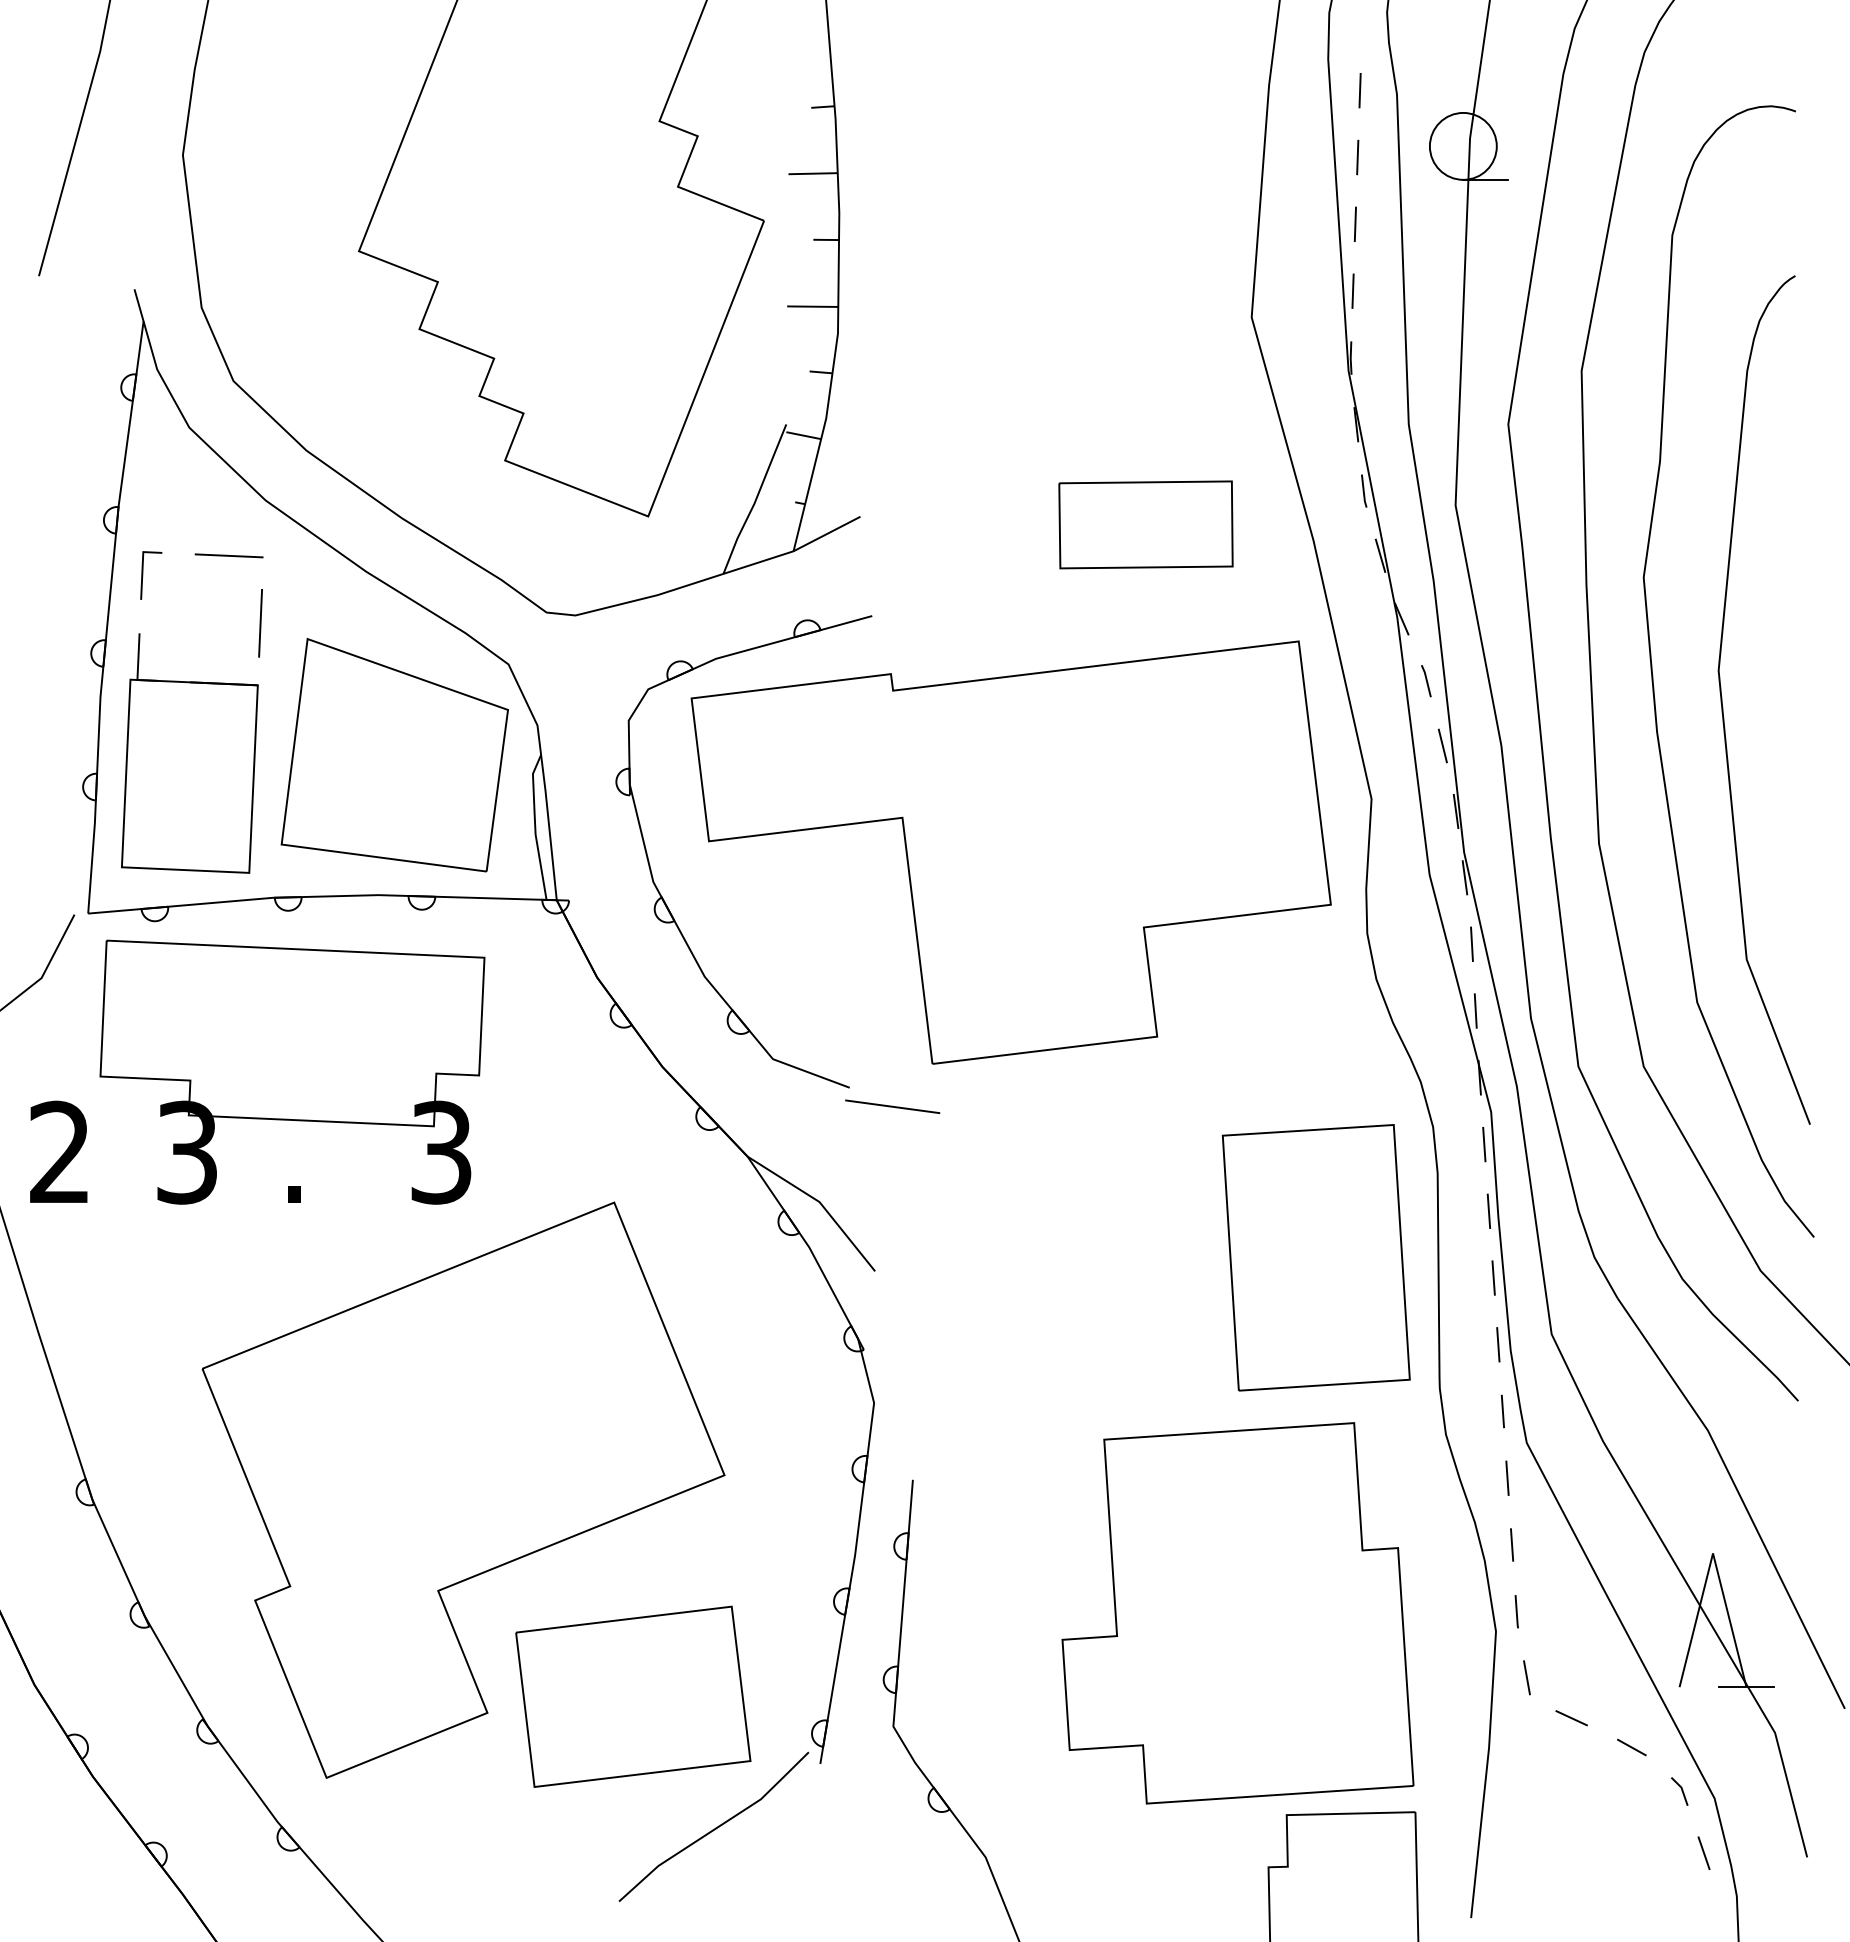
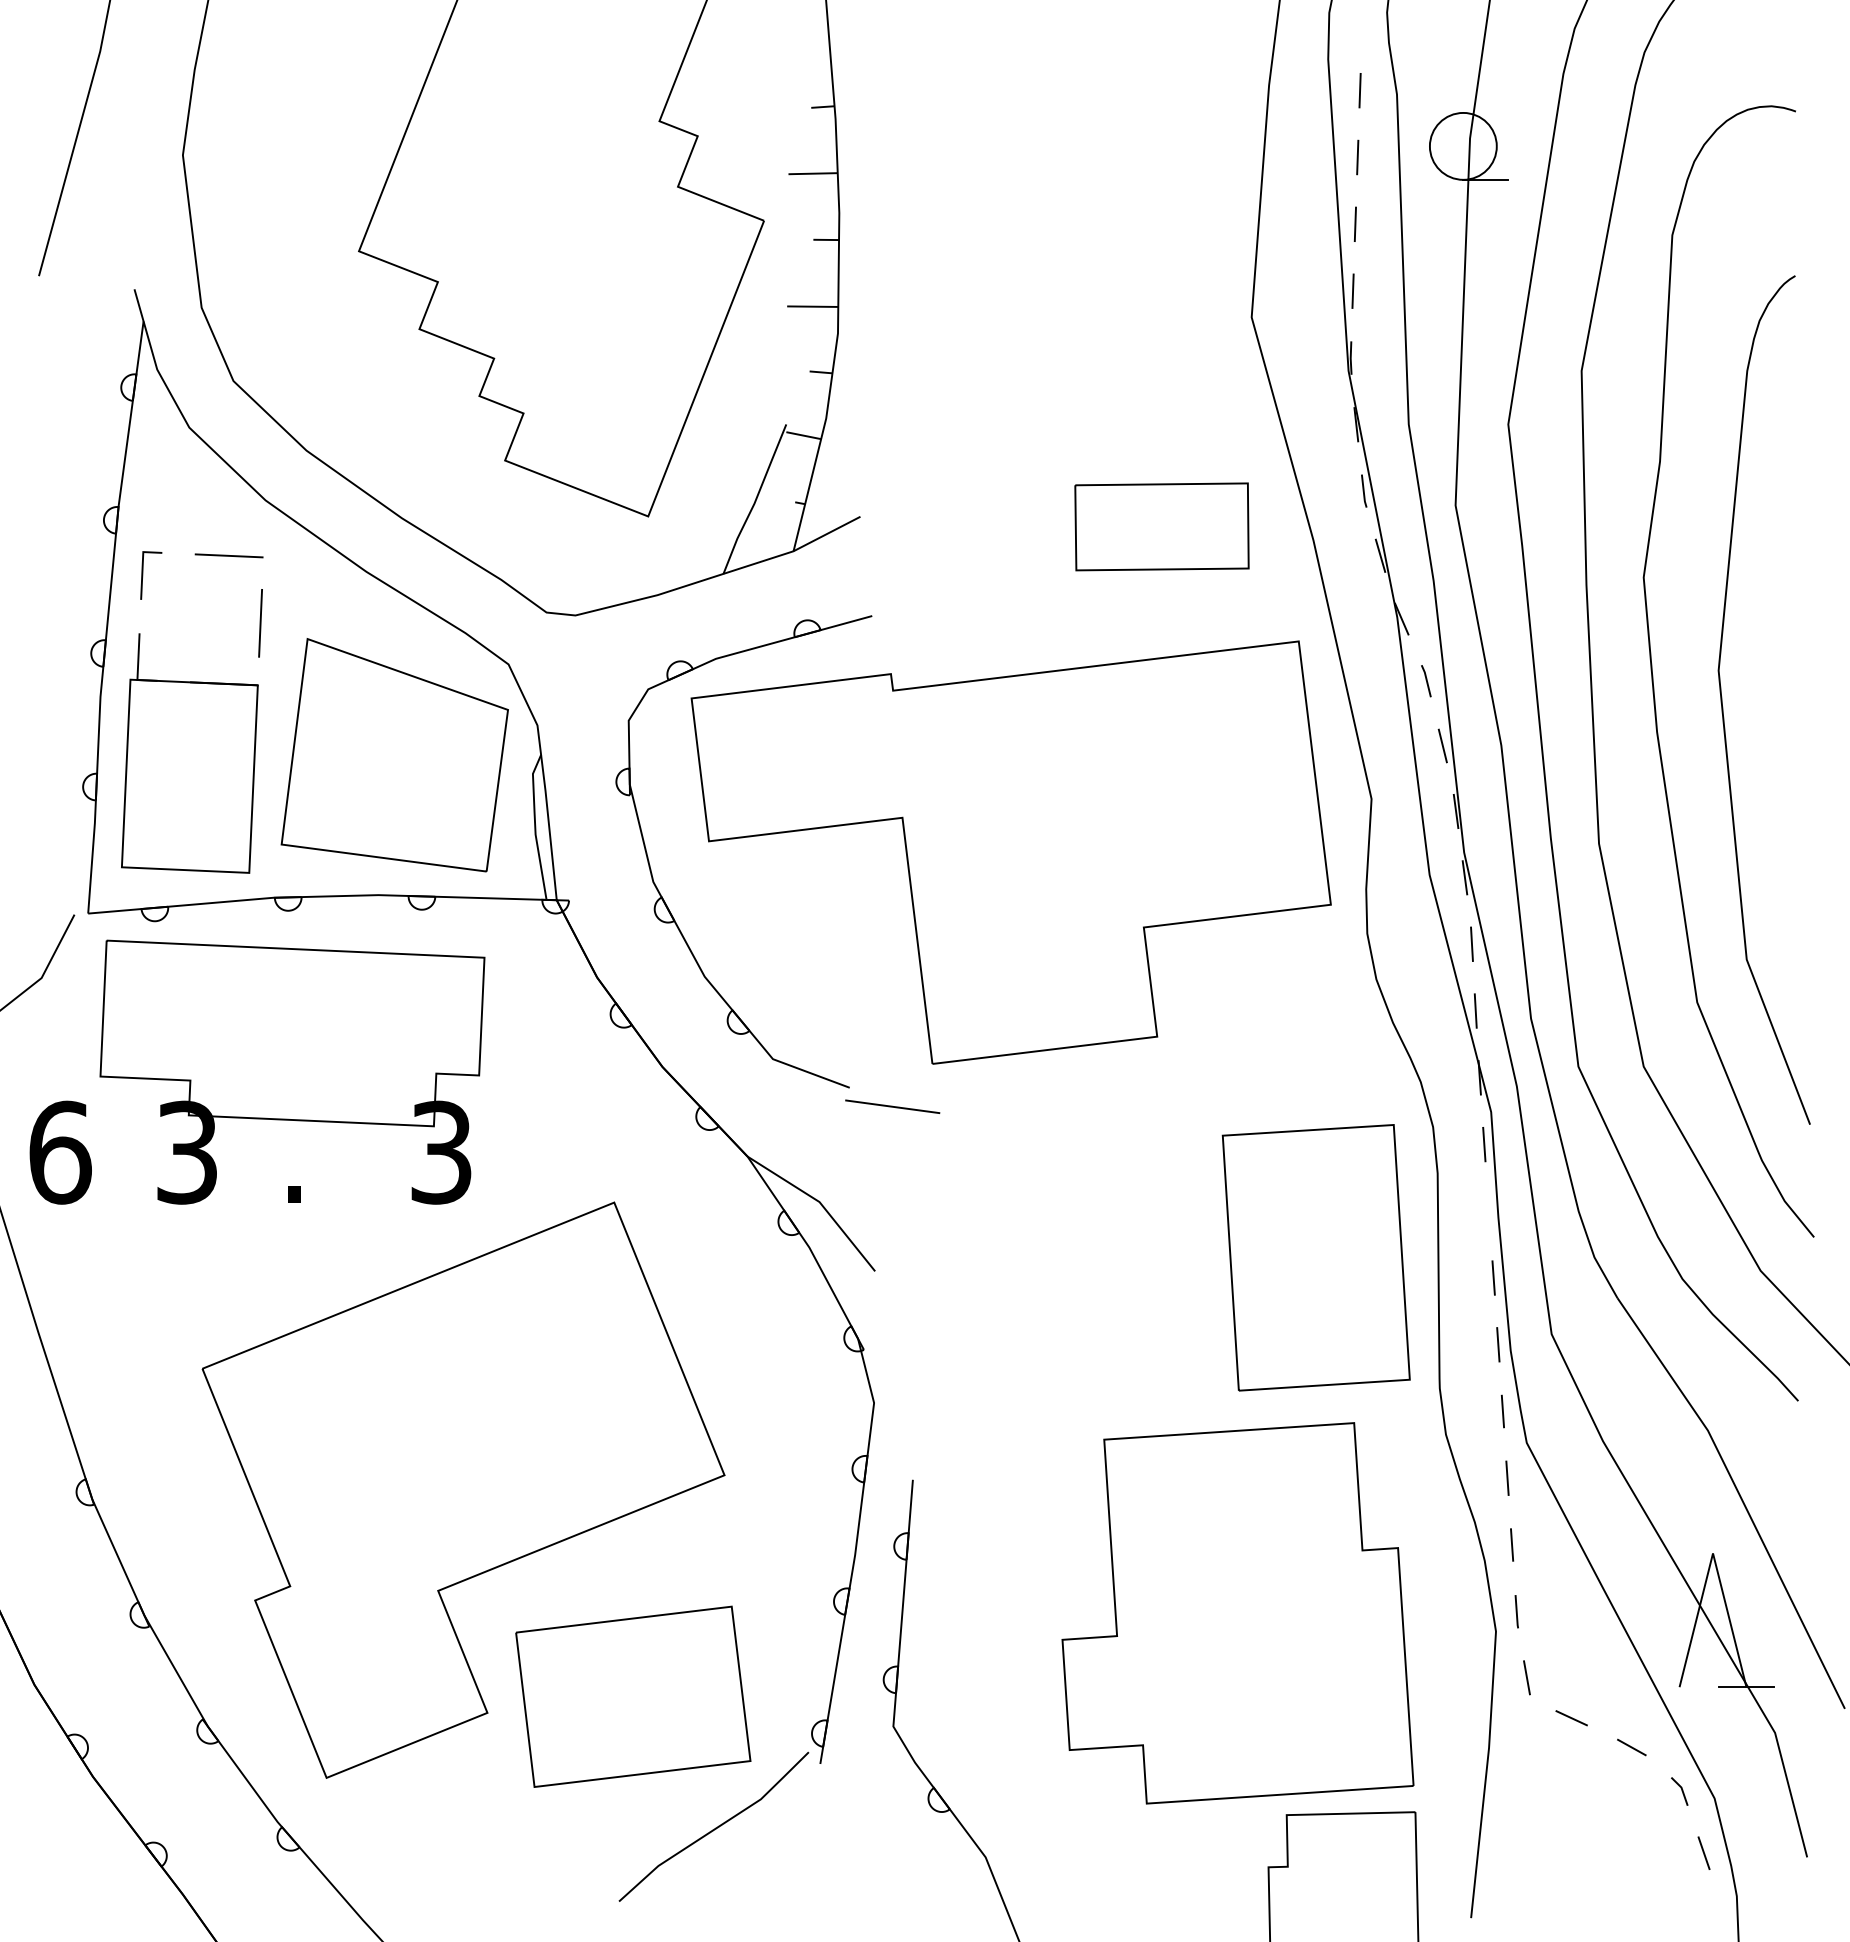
part at (1145, 524) position: (1145, 524) -> (1161, 526)
text at (60, 1152): 2 -> 6
line at (1488, 1211): present -> none
